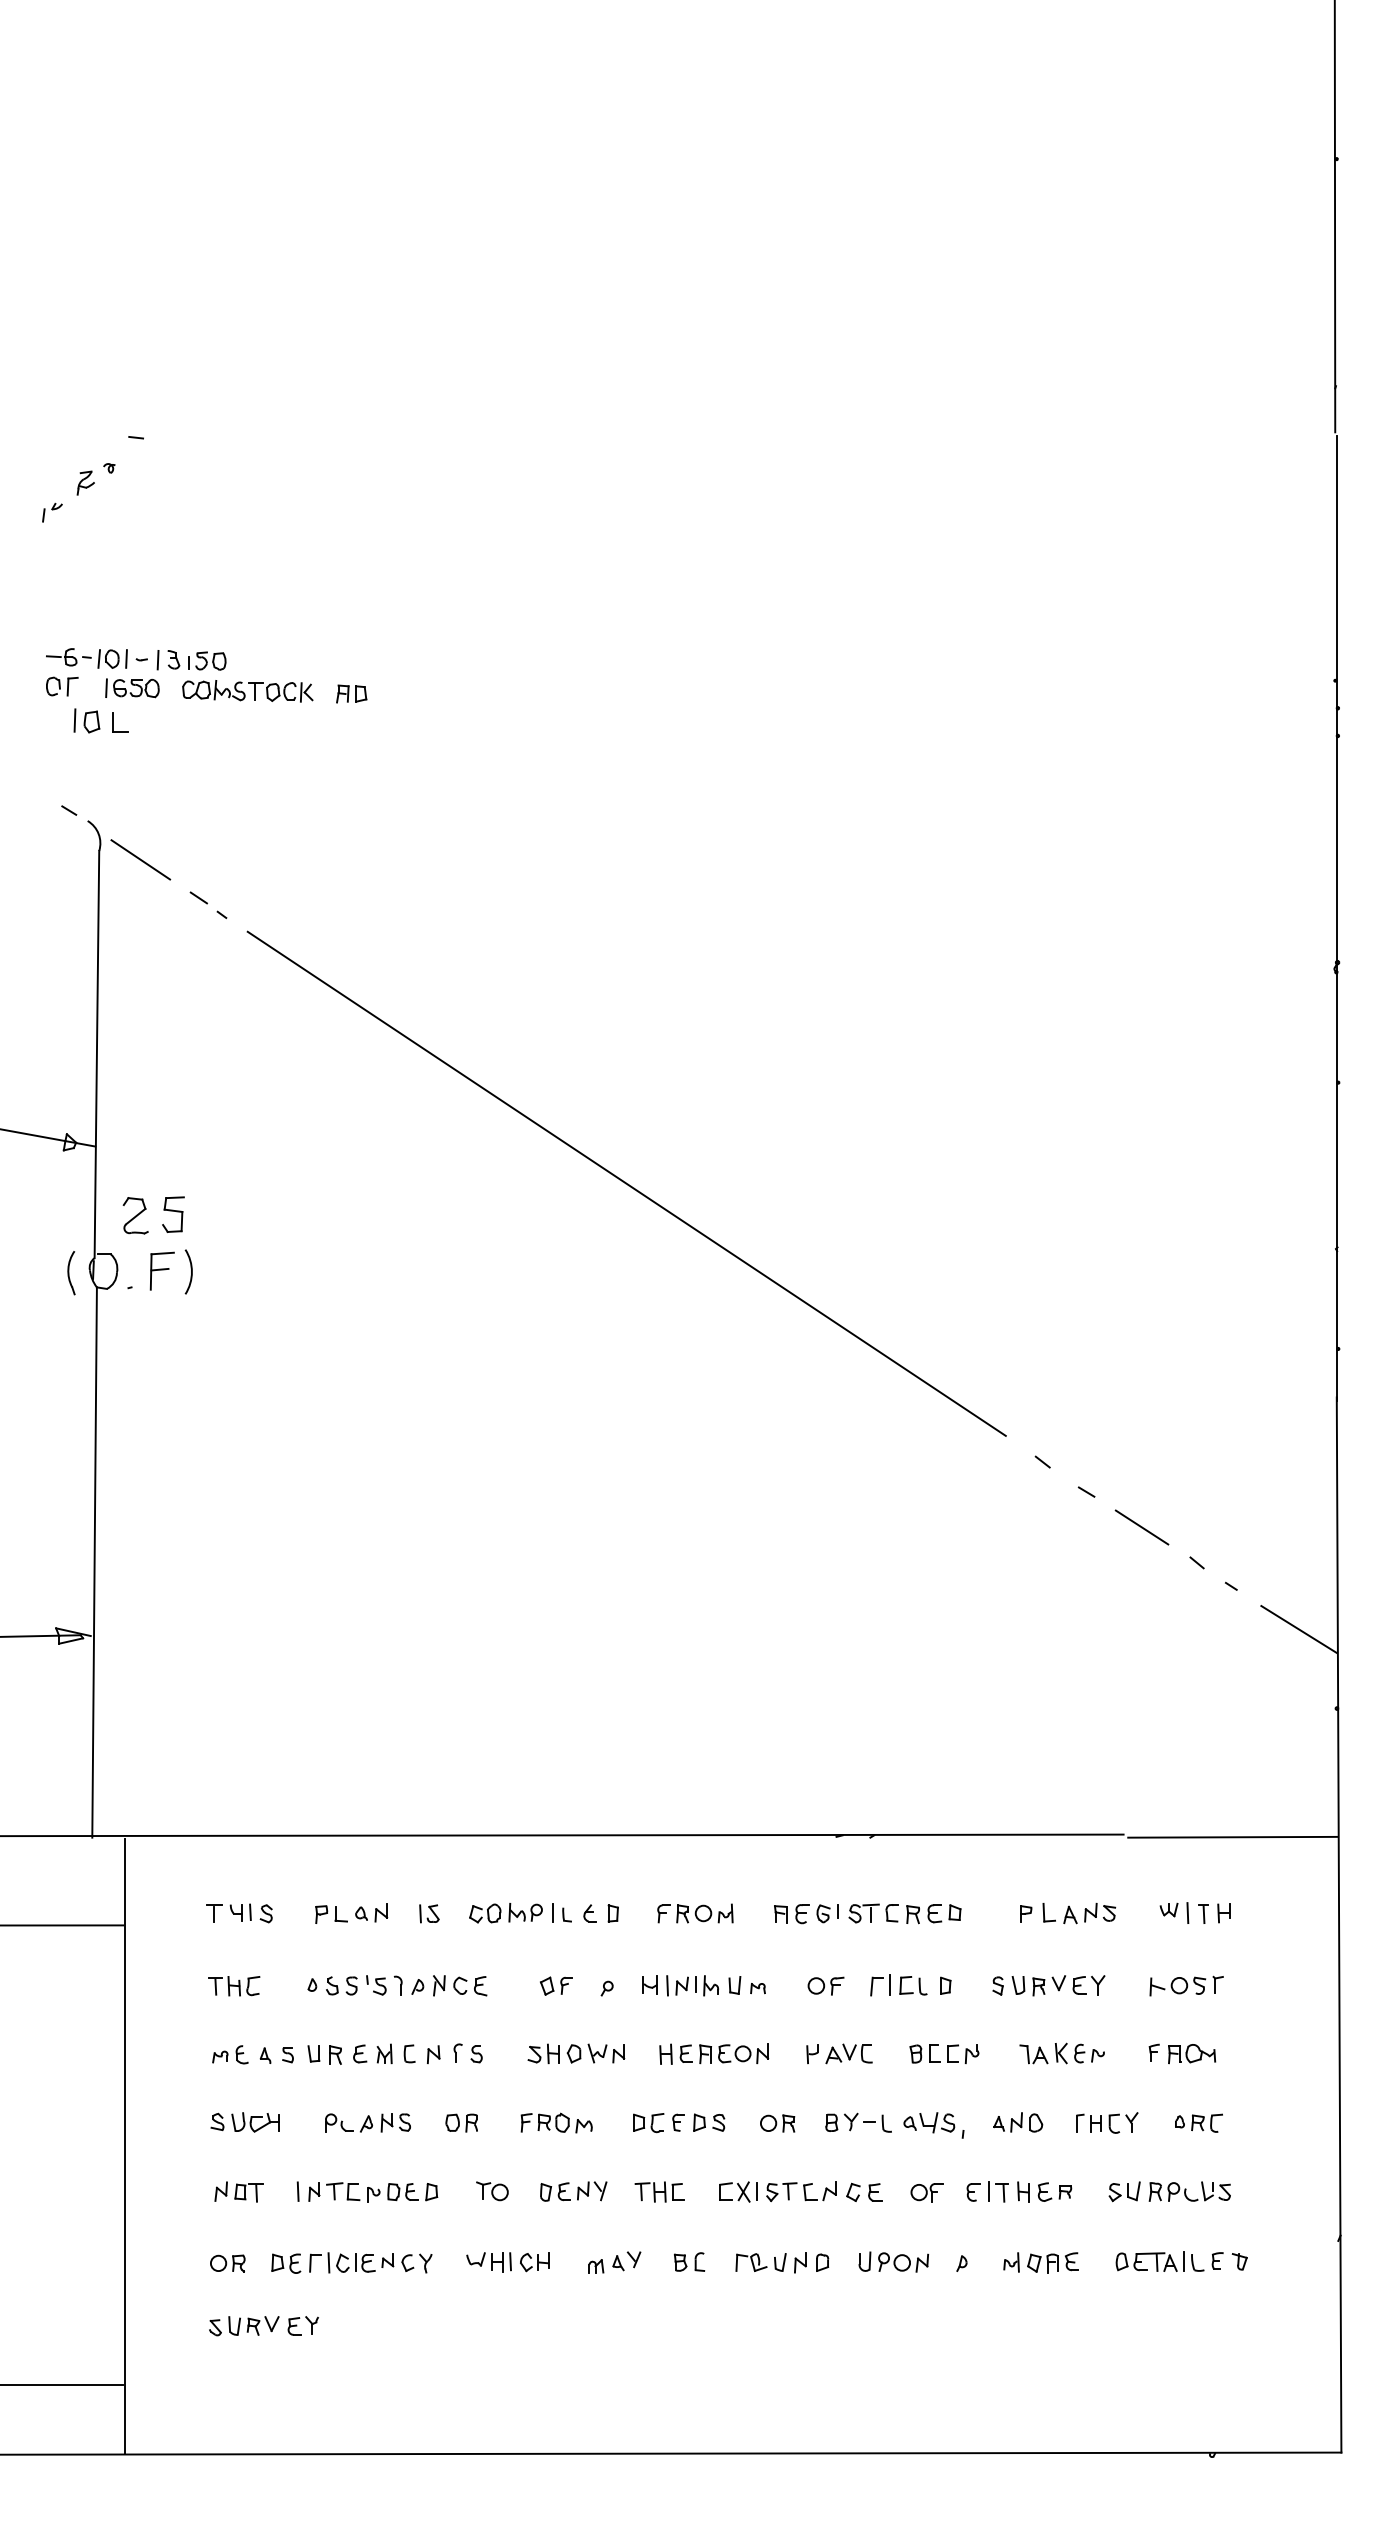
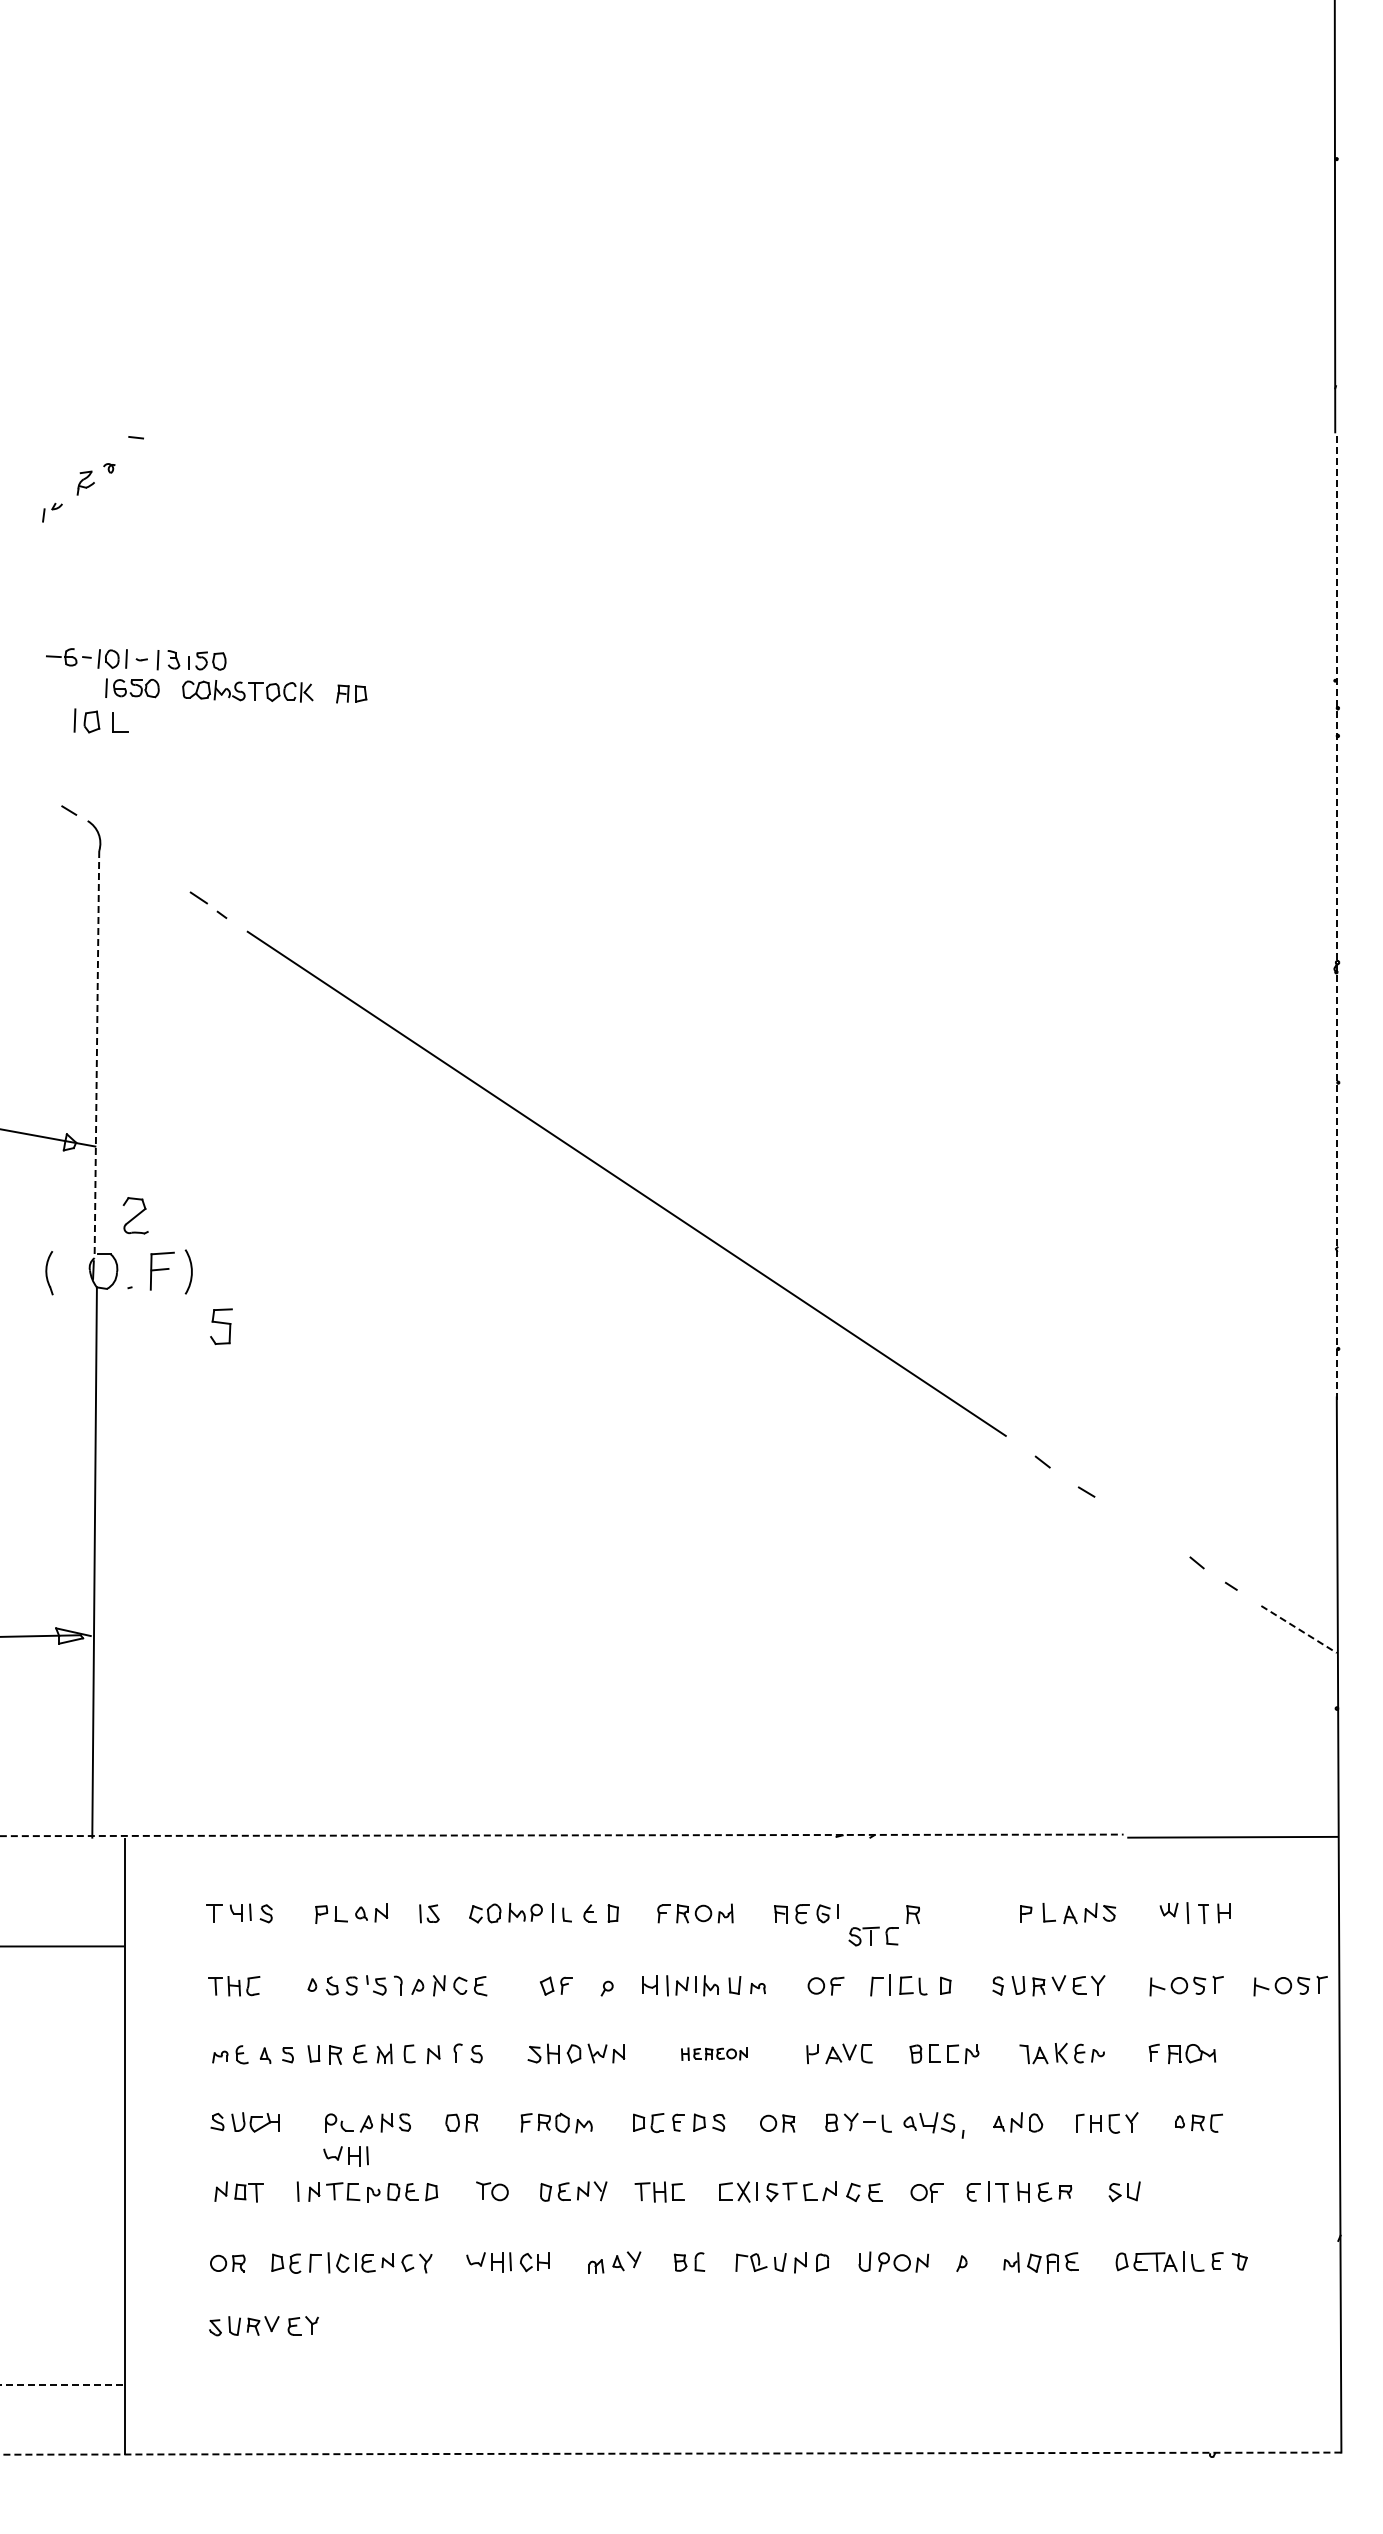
part at (62, 686): present -> none
line at (140, 859): present -> none
line at (1336, 918): solid -> dashed
line at (96, 1054): solid -> dashed
part at (173, 1214) position: (173, 1214) -> (221, 1326)
part at (71, 1273) position: (71, 1273) -> (49, 1273)
line at (1141, 1527): present -> none
line at (1299, 1629): solid -> dashed
line at (562, 1835): solid -> dashed
part at (873, 1913) position: (873, 1913) -> (873, 1936)
part at (944, 1913): present -> none
line at (62, 1925) position: (62, 1925) -> (62, 1946)
part at (1290, 1985): none -> present
part at (714, 2053) size: 111x22 px -> 67x14 px
part at (345, 2156): none -> present
part at (1189, 2191): present -> none
line at (62, 2384): solid -> dashed
line at (670, 2453): solid -> dashed
